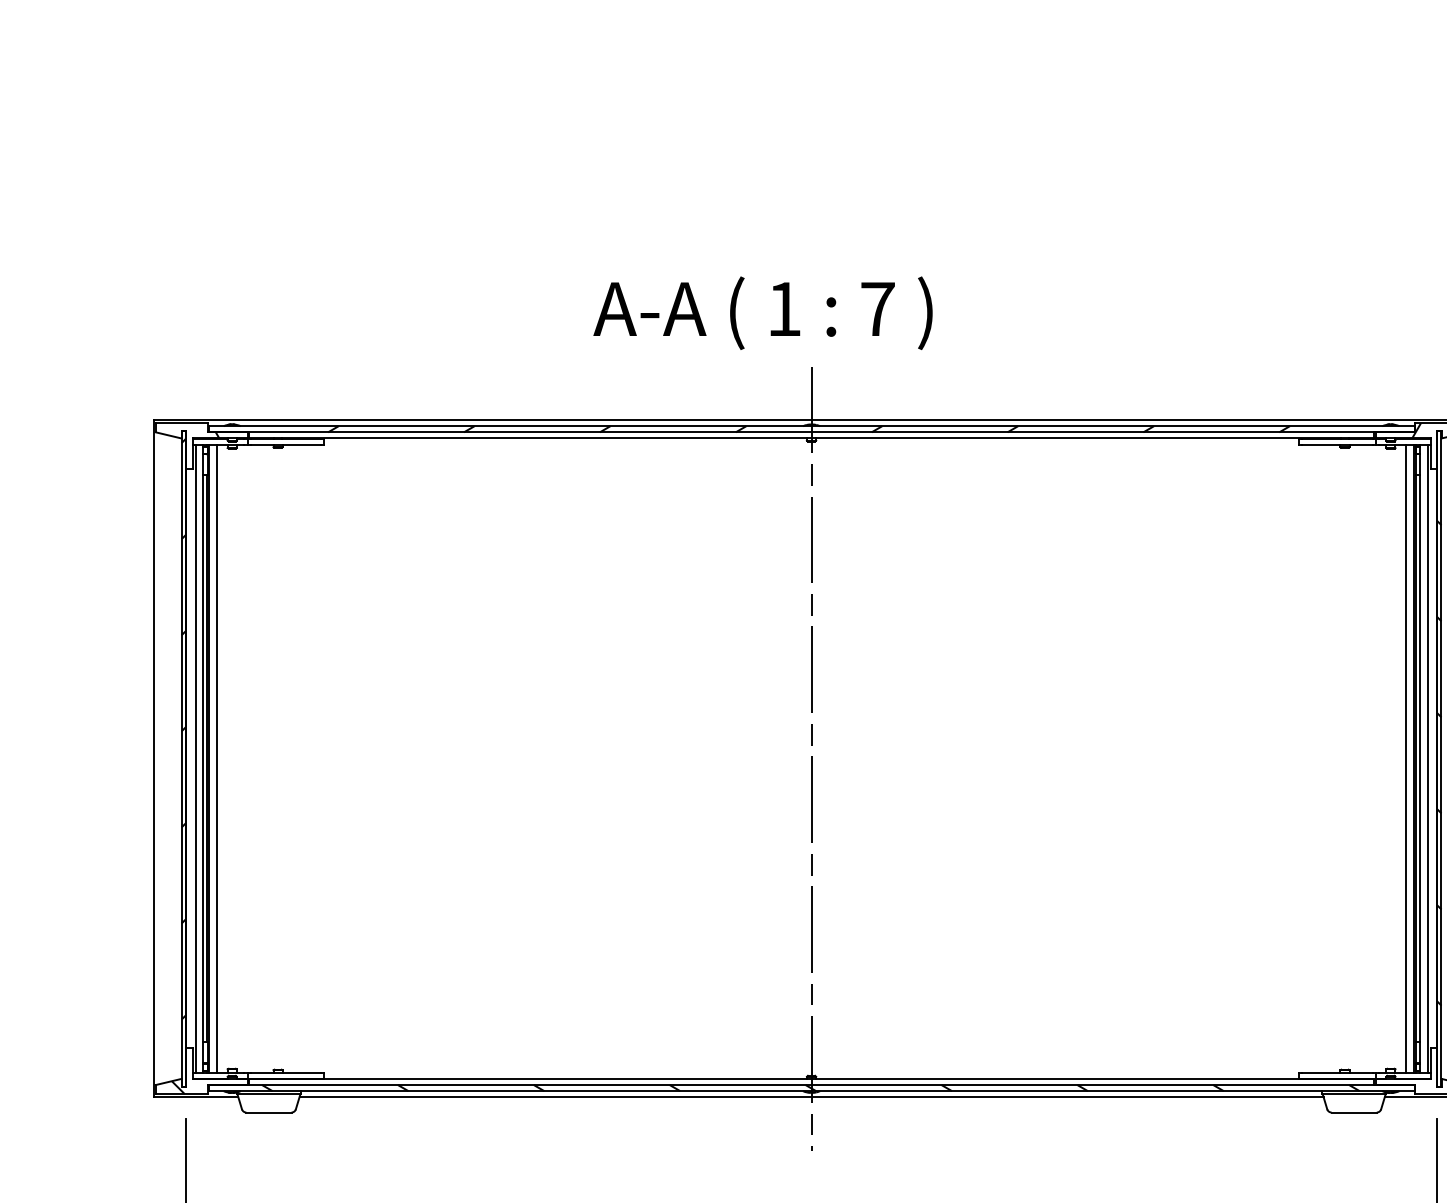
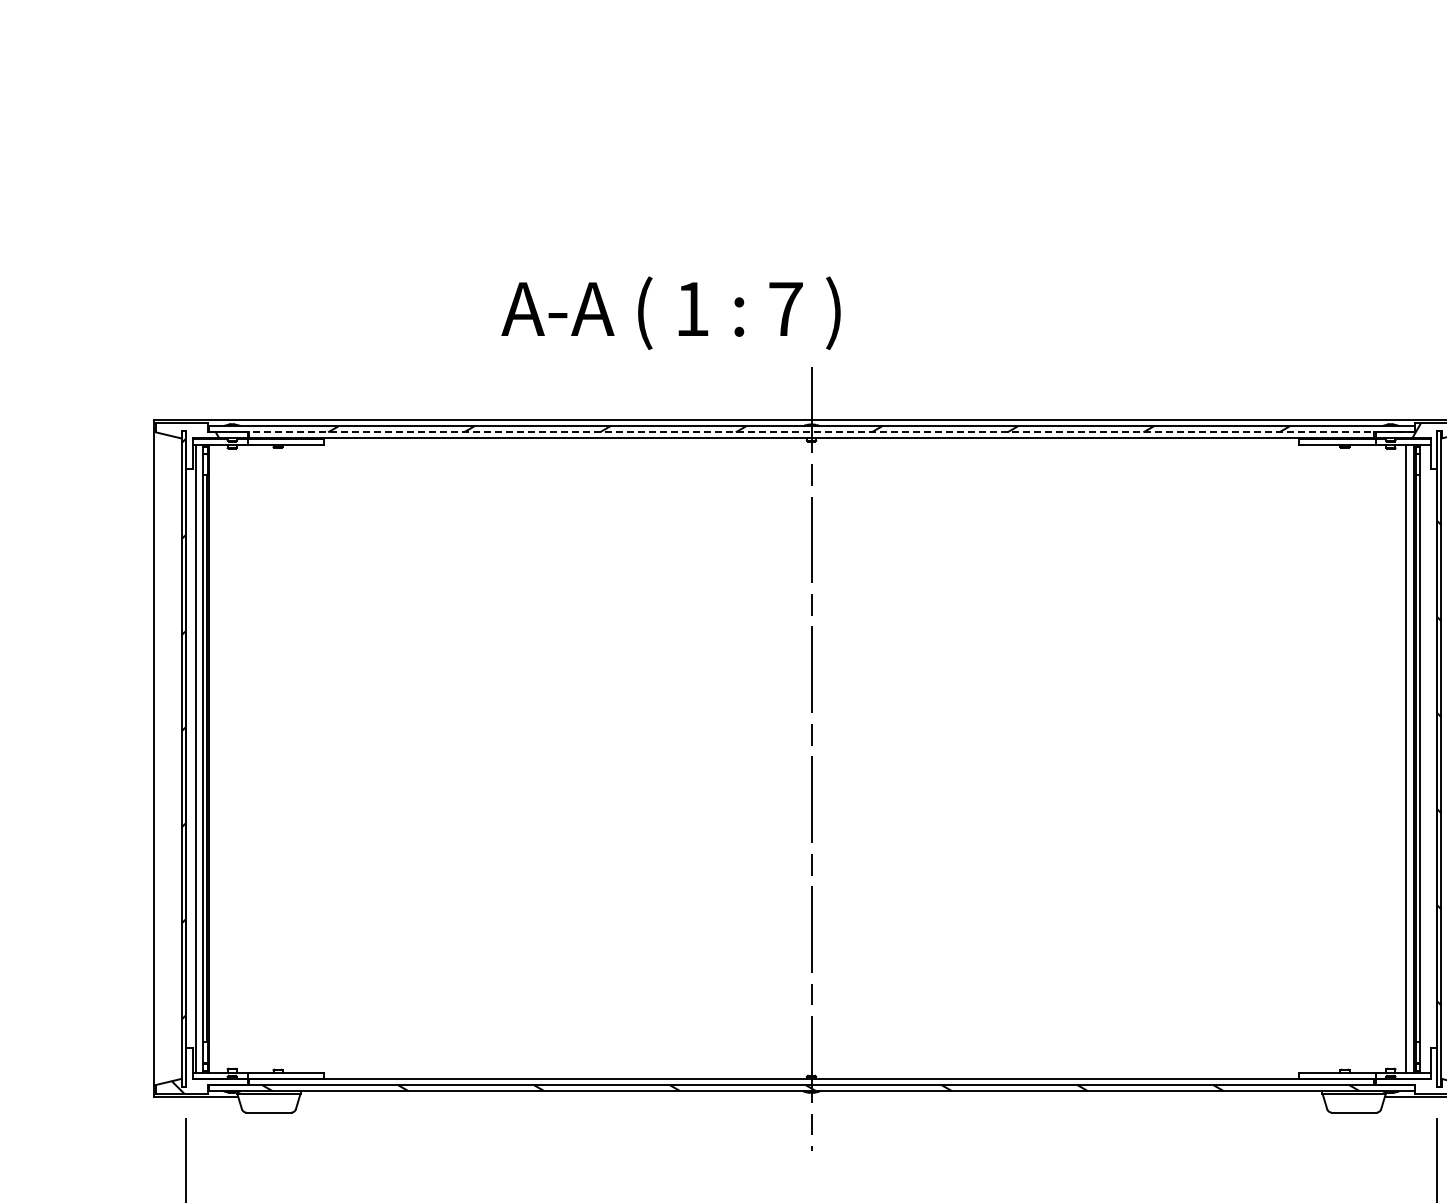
text at (762, 312) position: (762, 312) -> (670, 312)
line at (812, 432): solid -> dashed
line at (216, 758): present -> none
line at (1427, 758): present -> none
line at (811, 1097): present -> none
